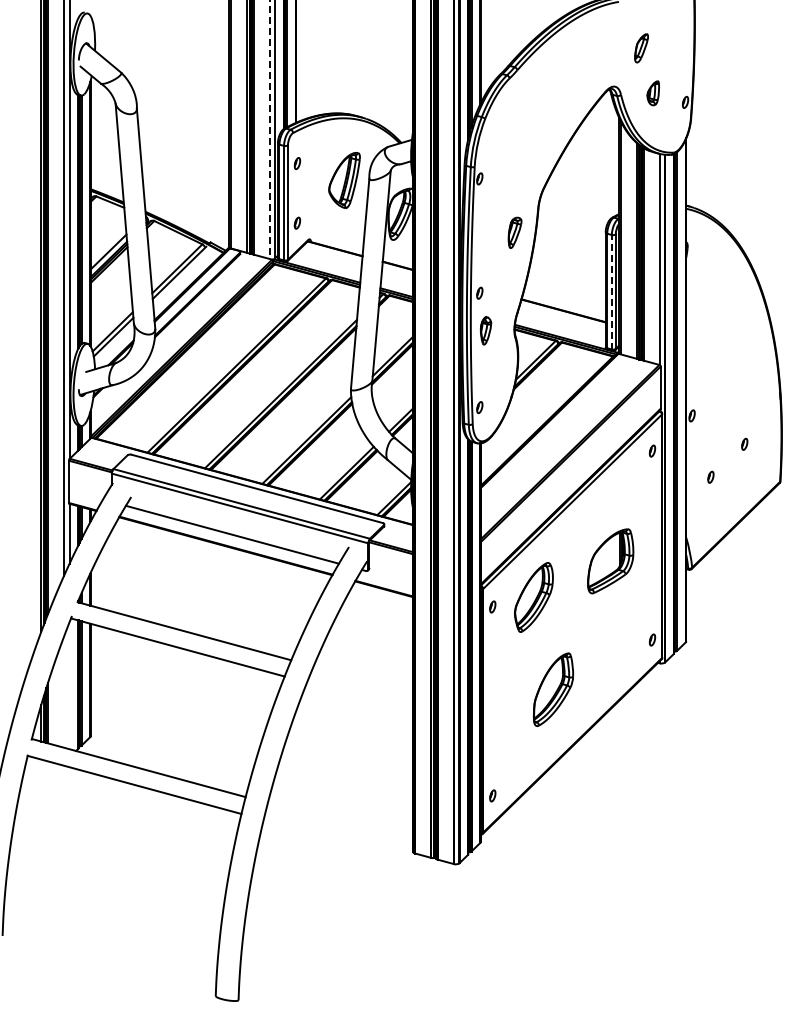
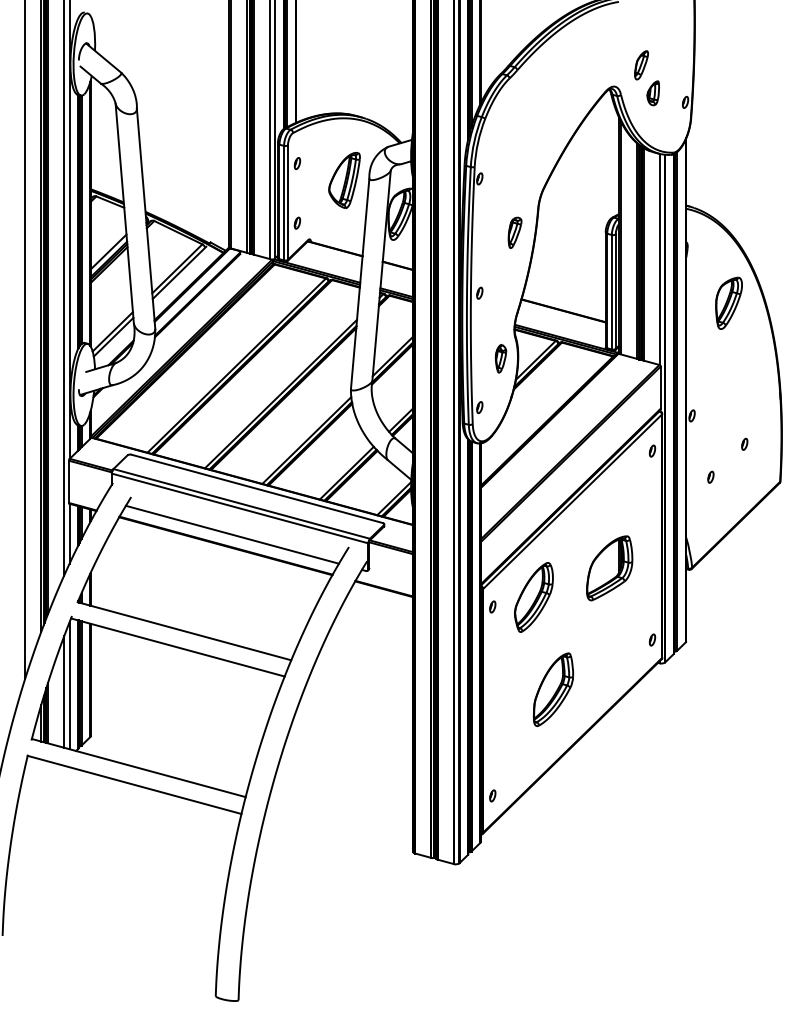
part at (641, 48) position: (641, 48) -> (641, 65)
line at (269, 130): dashed -> solid
line at (611, 291): dashed -> solid
part at (728, 302): none -> present
part at (486, 330) position: (486, 330) -> (501, 358)
line at (25, 340): none -> present
part at (610, 561) position: (610, 561) -> (609, 568)
line at (69, 685): none -> present
line at (64, 691): none -> present
